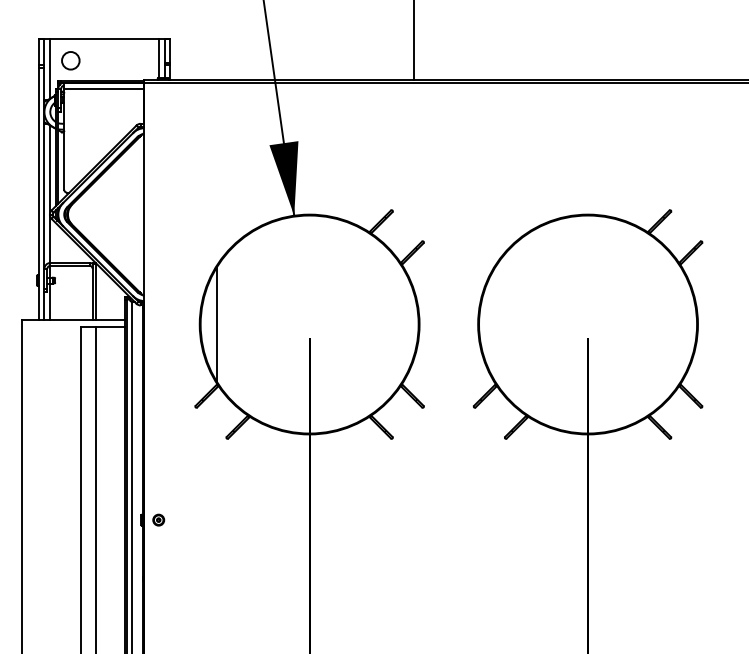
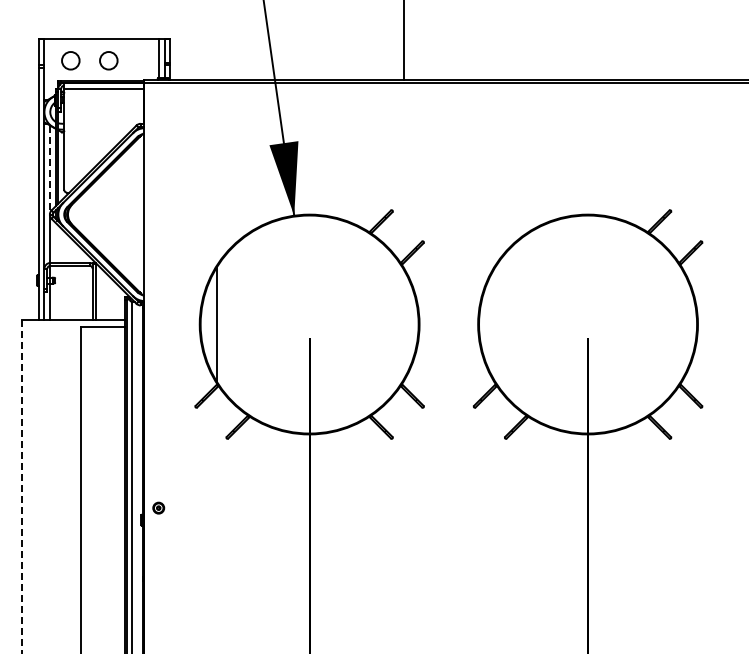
line at (414, 40) position: (414, 40) -> (404, 40)
circle at (108, 60): none -> present
line at (50, 68): present -> none
line at (50, 169): solid -> dashed
line at (22, 487): solid -> dashed
line at (95, 488): present -> none
part at (158, 519) position: (158, 519) -> (158, 507)
